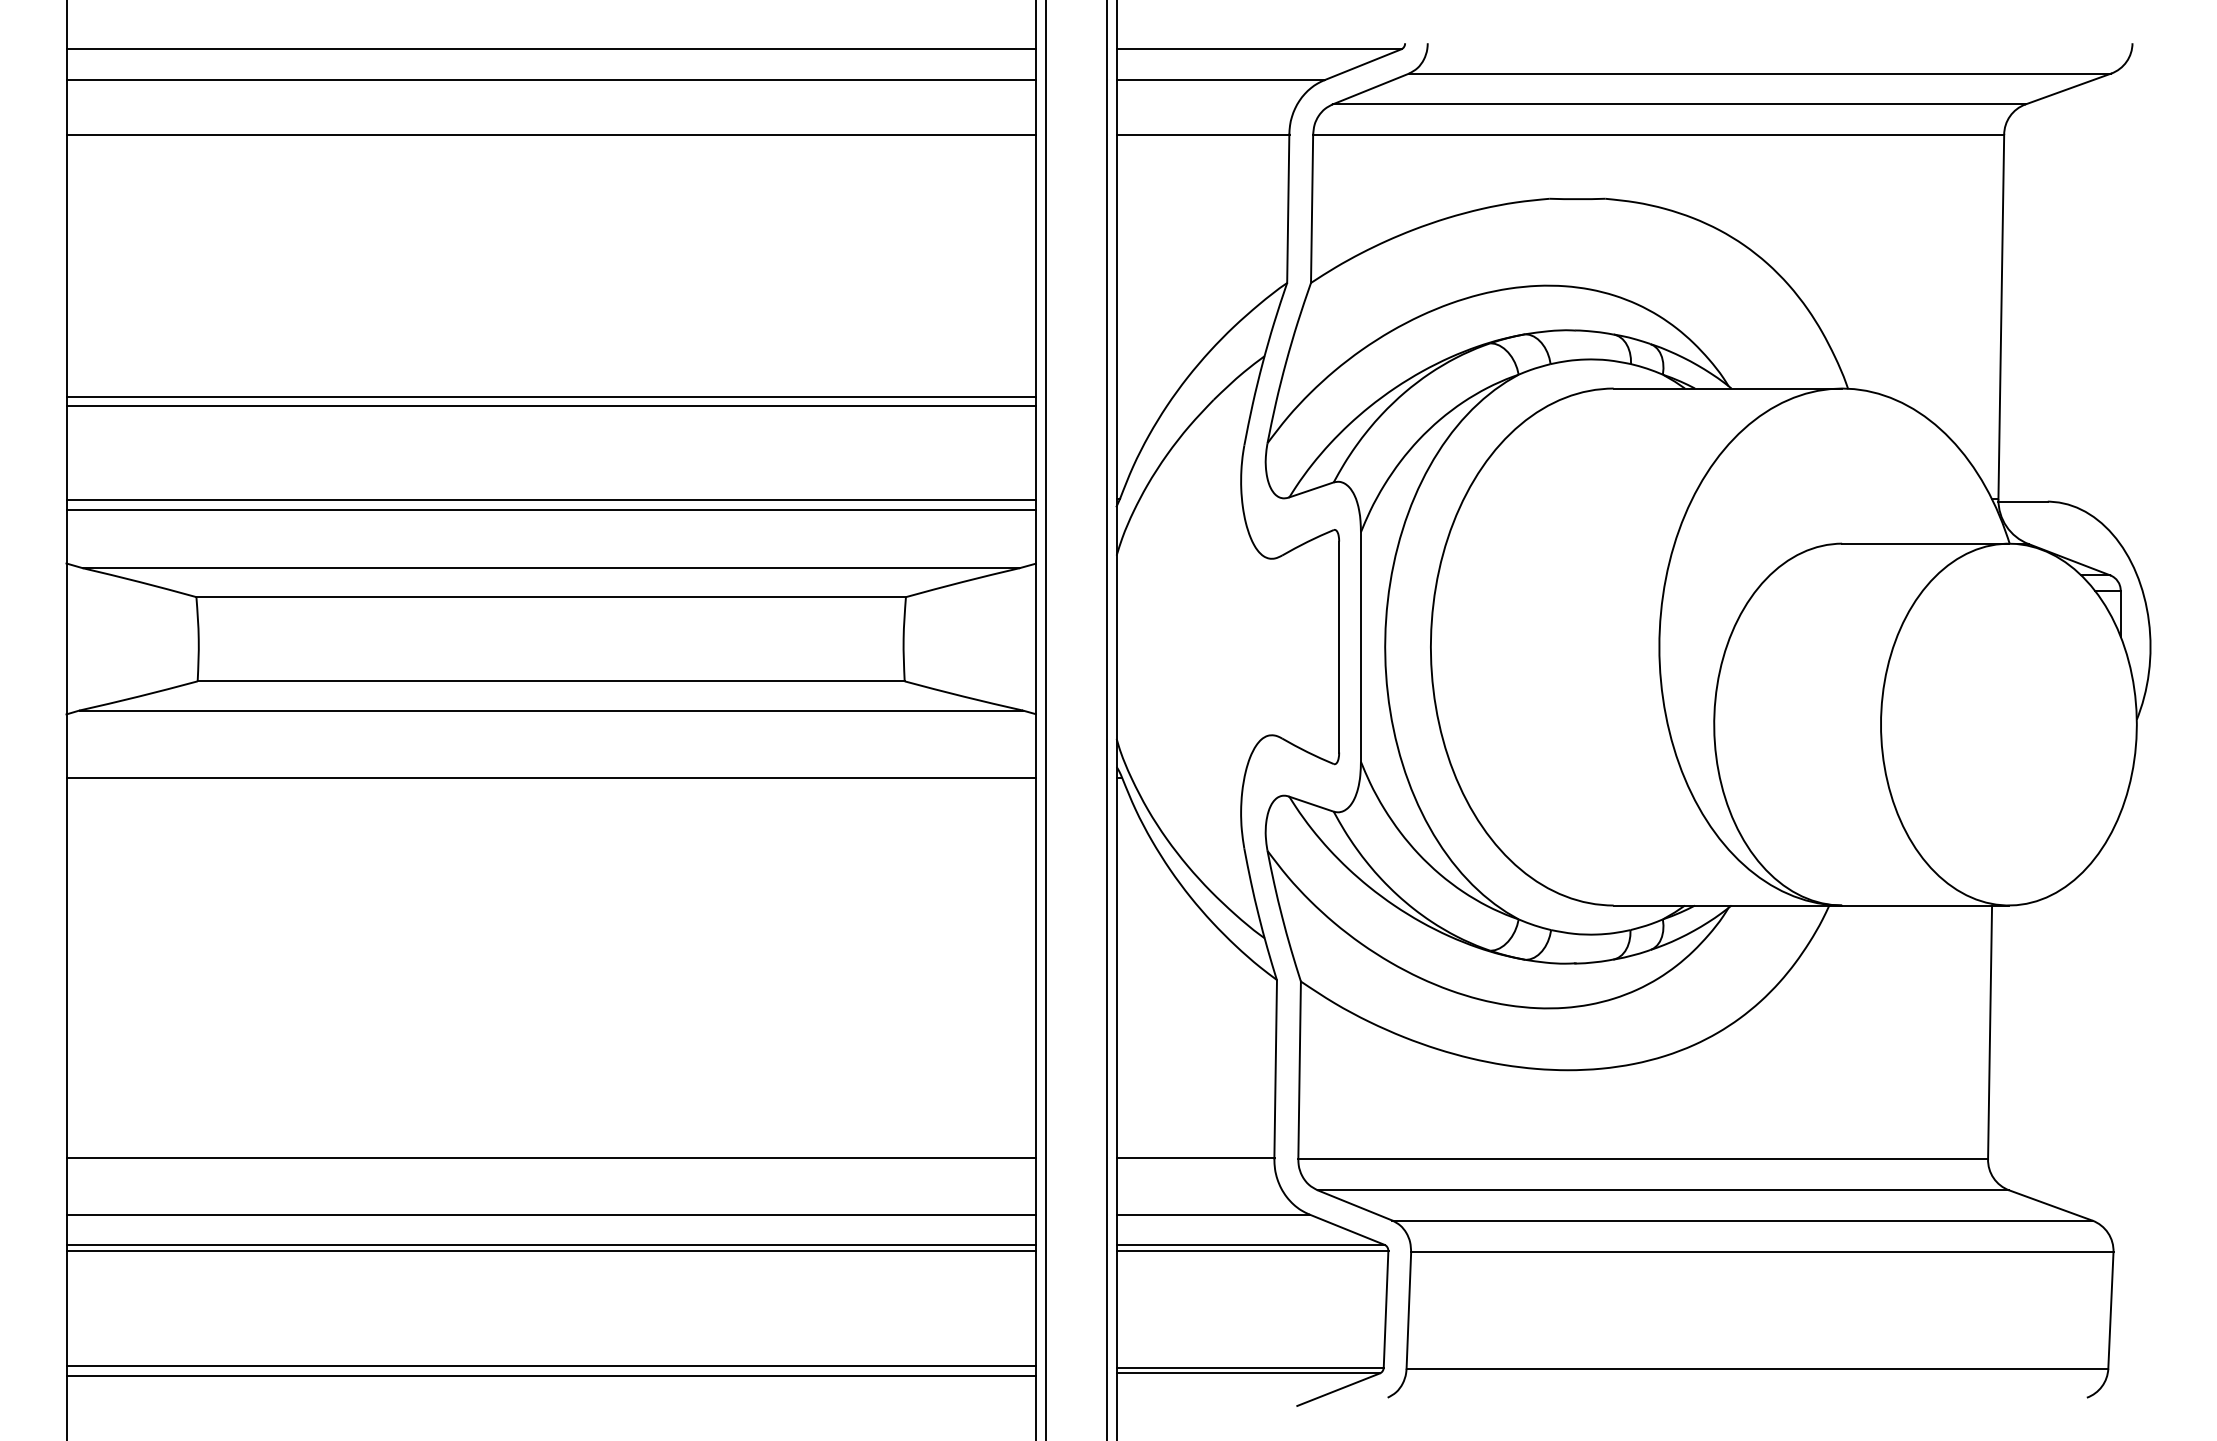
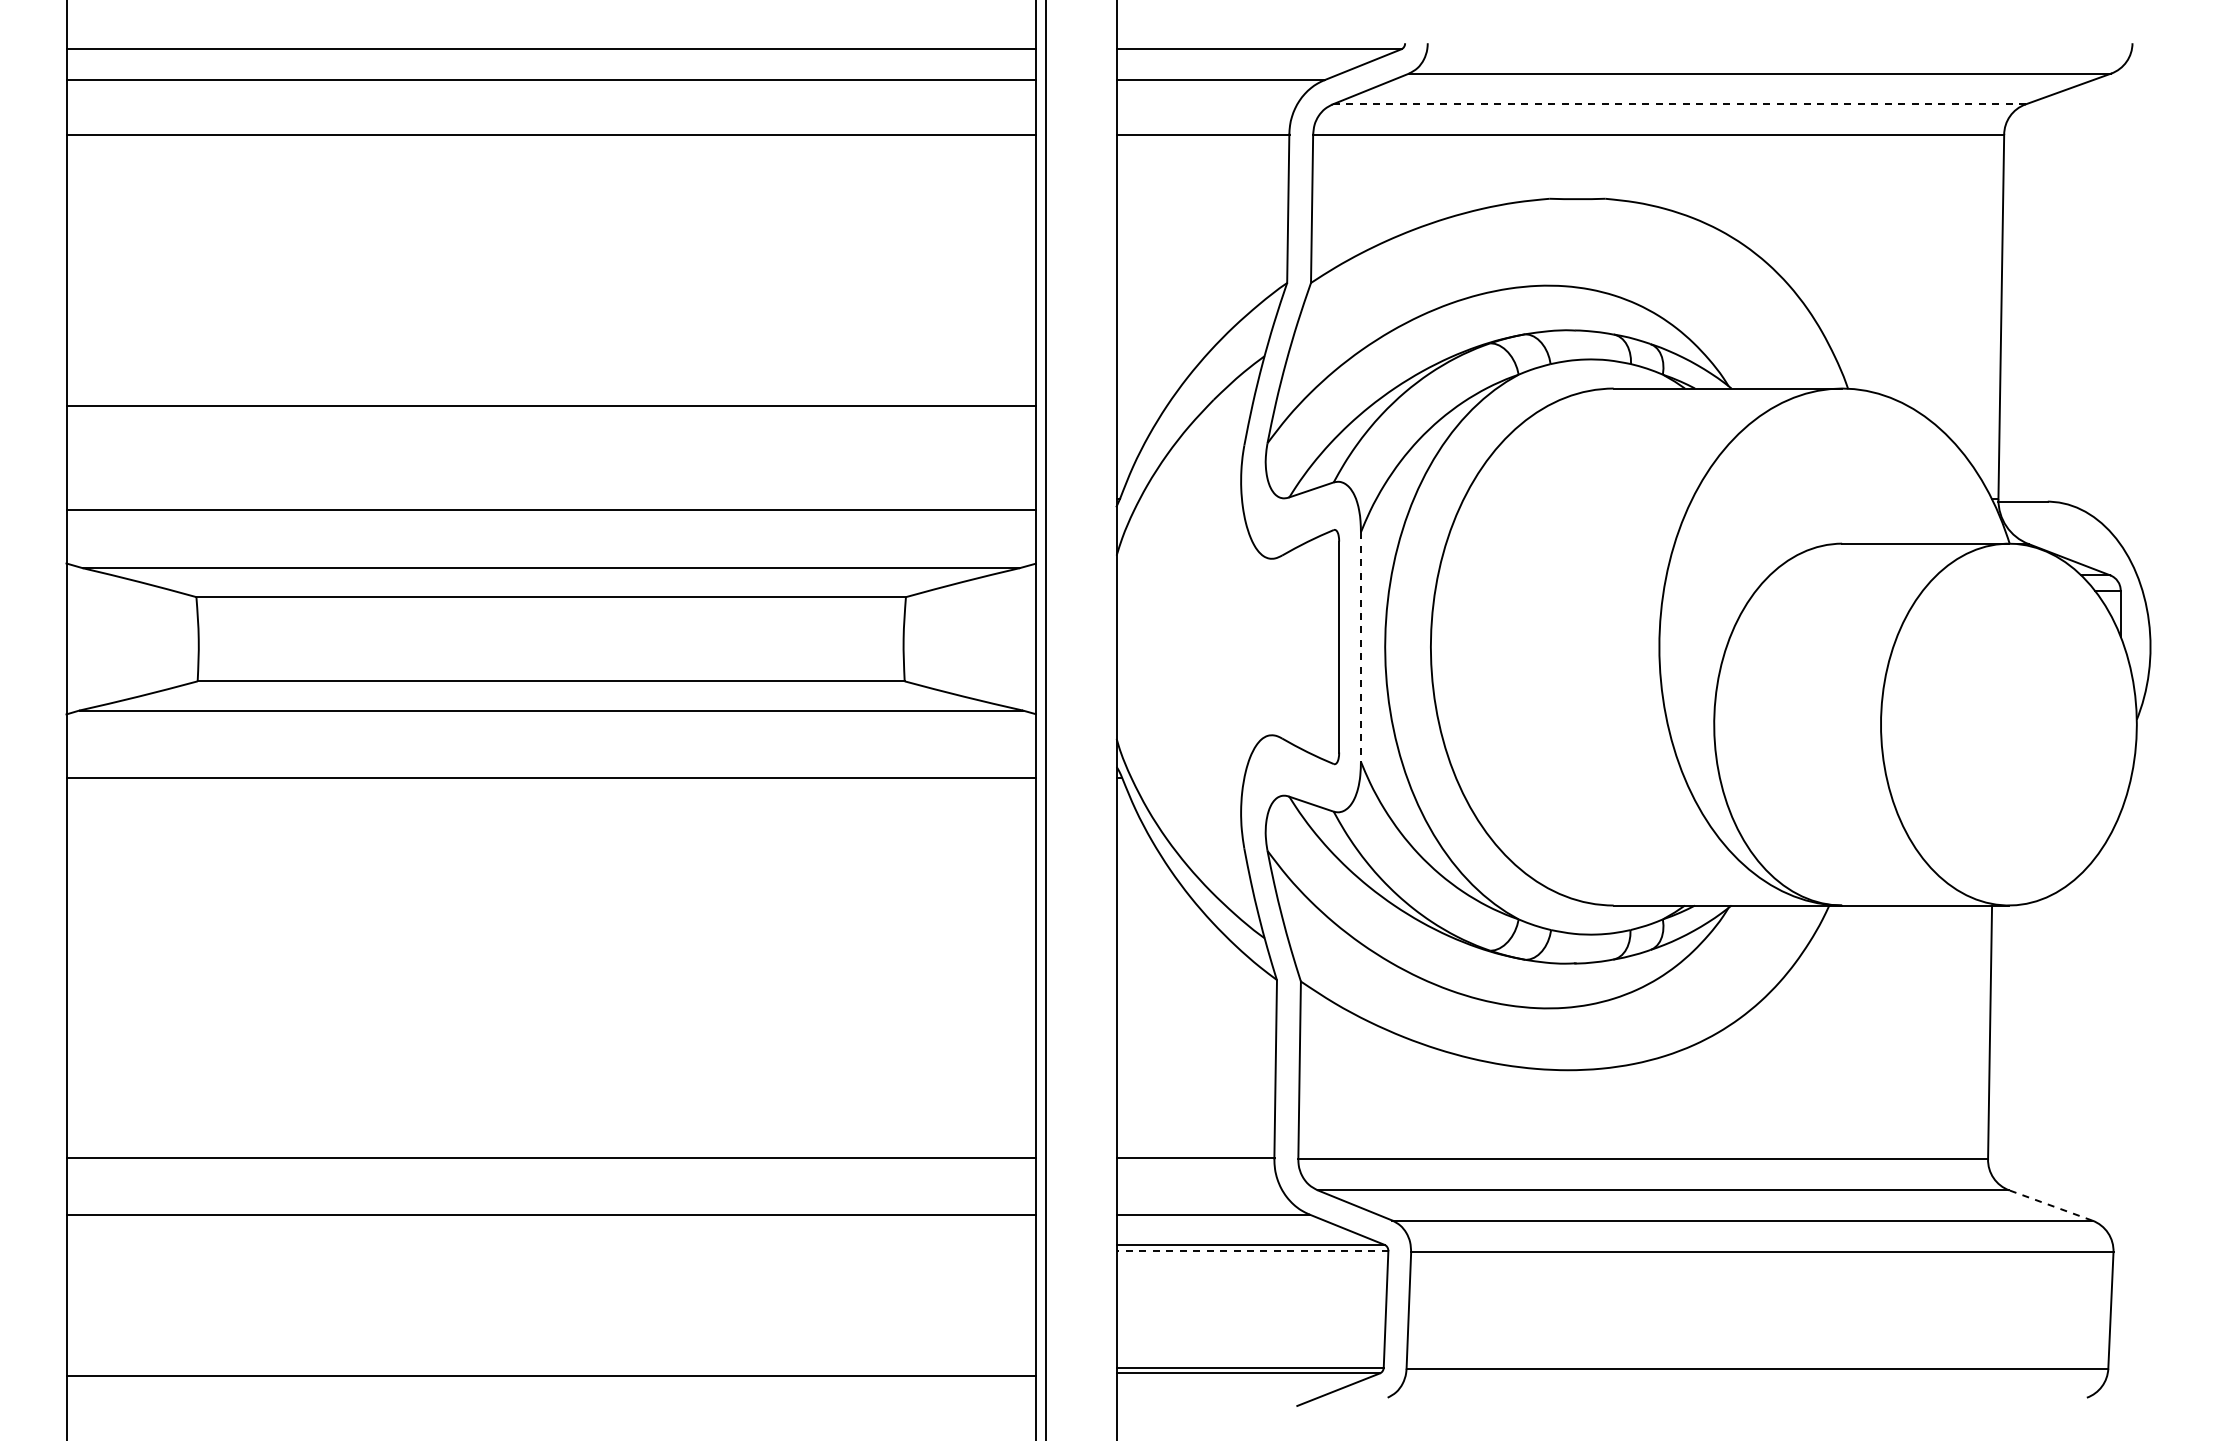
line at (1679, 104): solid -> dashed
line at (550, 396): present -> none
line at (550, 500): present -> none
line at (1360, 647): solid -> dashed
line at (1106, 719): present -> none
line at (2050, 1205): solid -> dashed
line at (550, 1244): present -> none
line at (550, 1251): present -> none
line at (1252, 1251): solid -> dashed
line at (550, 1366): present -> none
